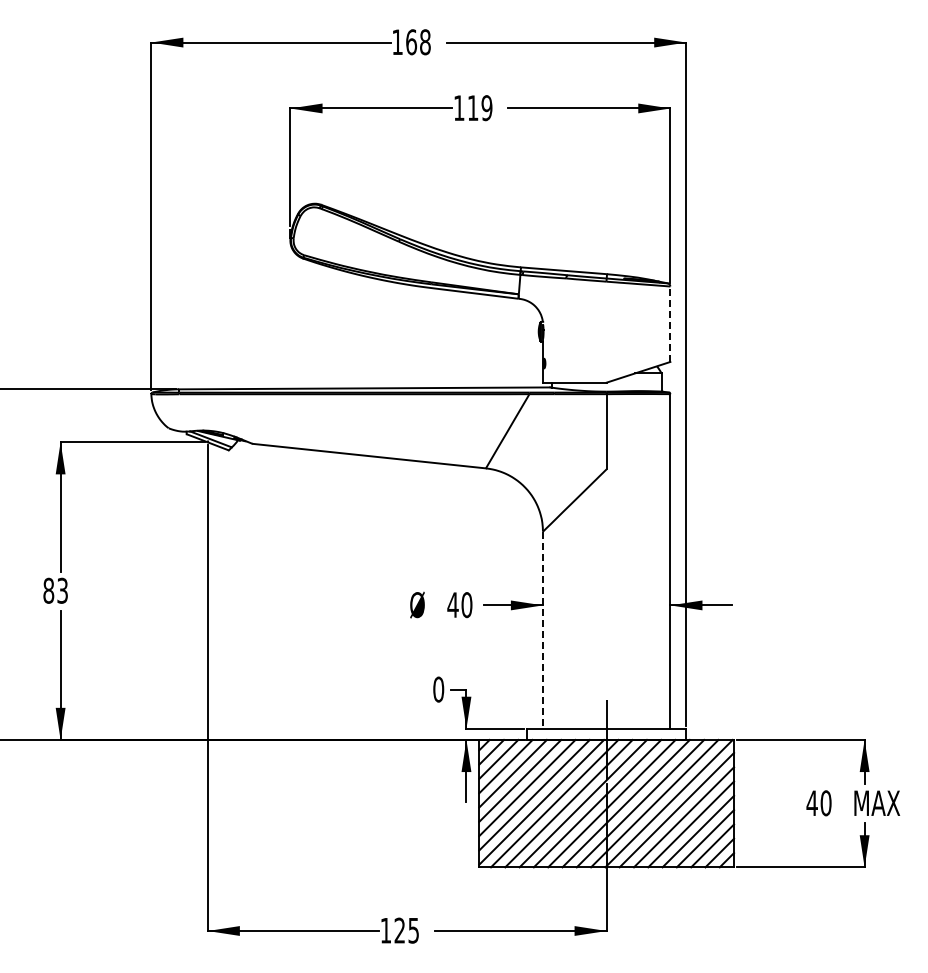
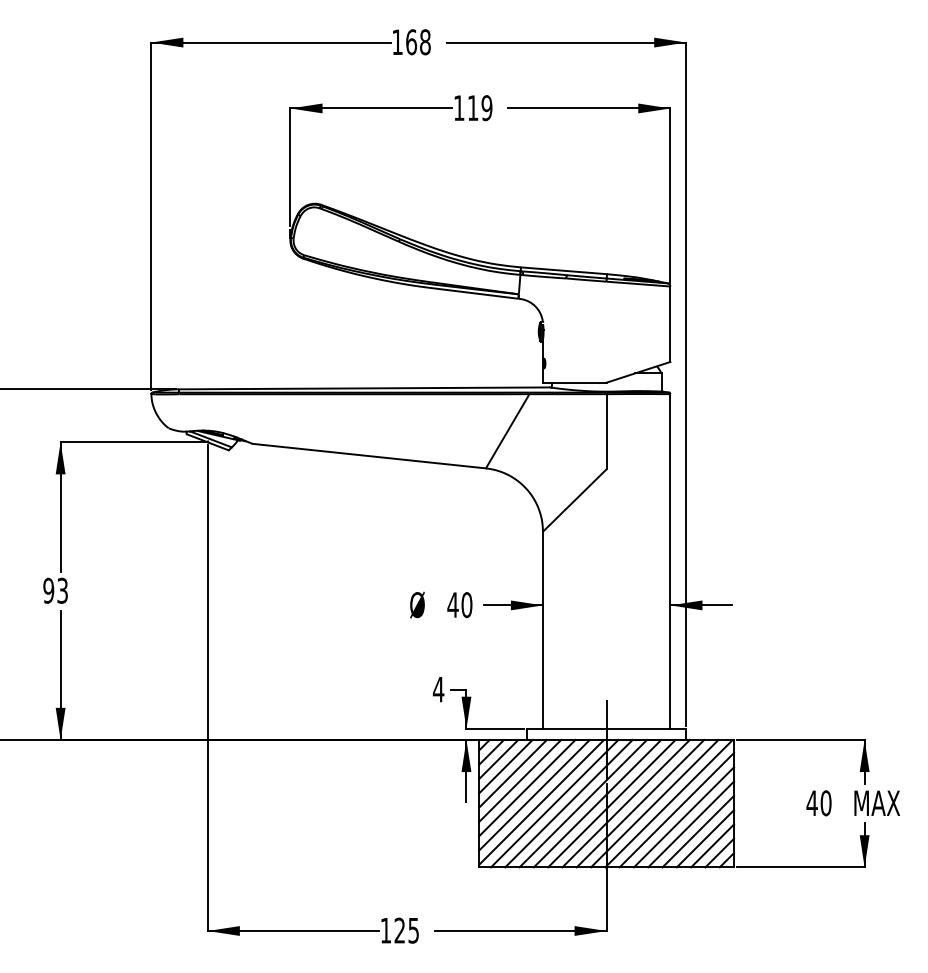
line at (670, 324): dashed -> solid
text at (48, 590): 83 -> 93
line at (542, 630): dashed -> solid
text at (438, 689): 0 -> 4
